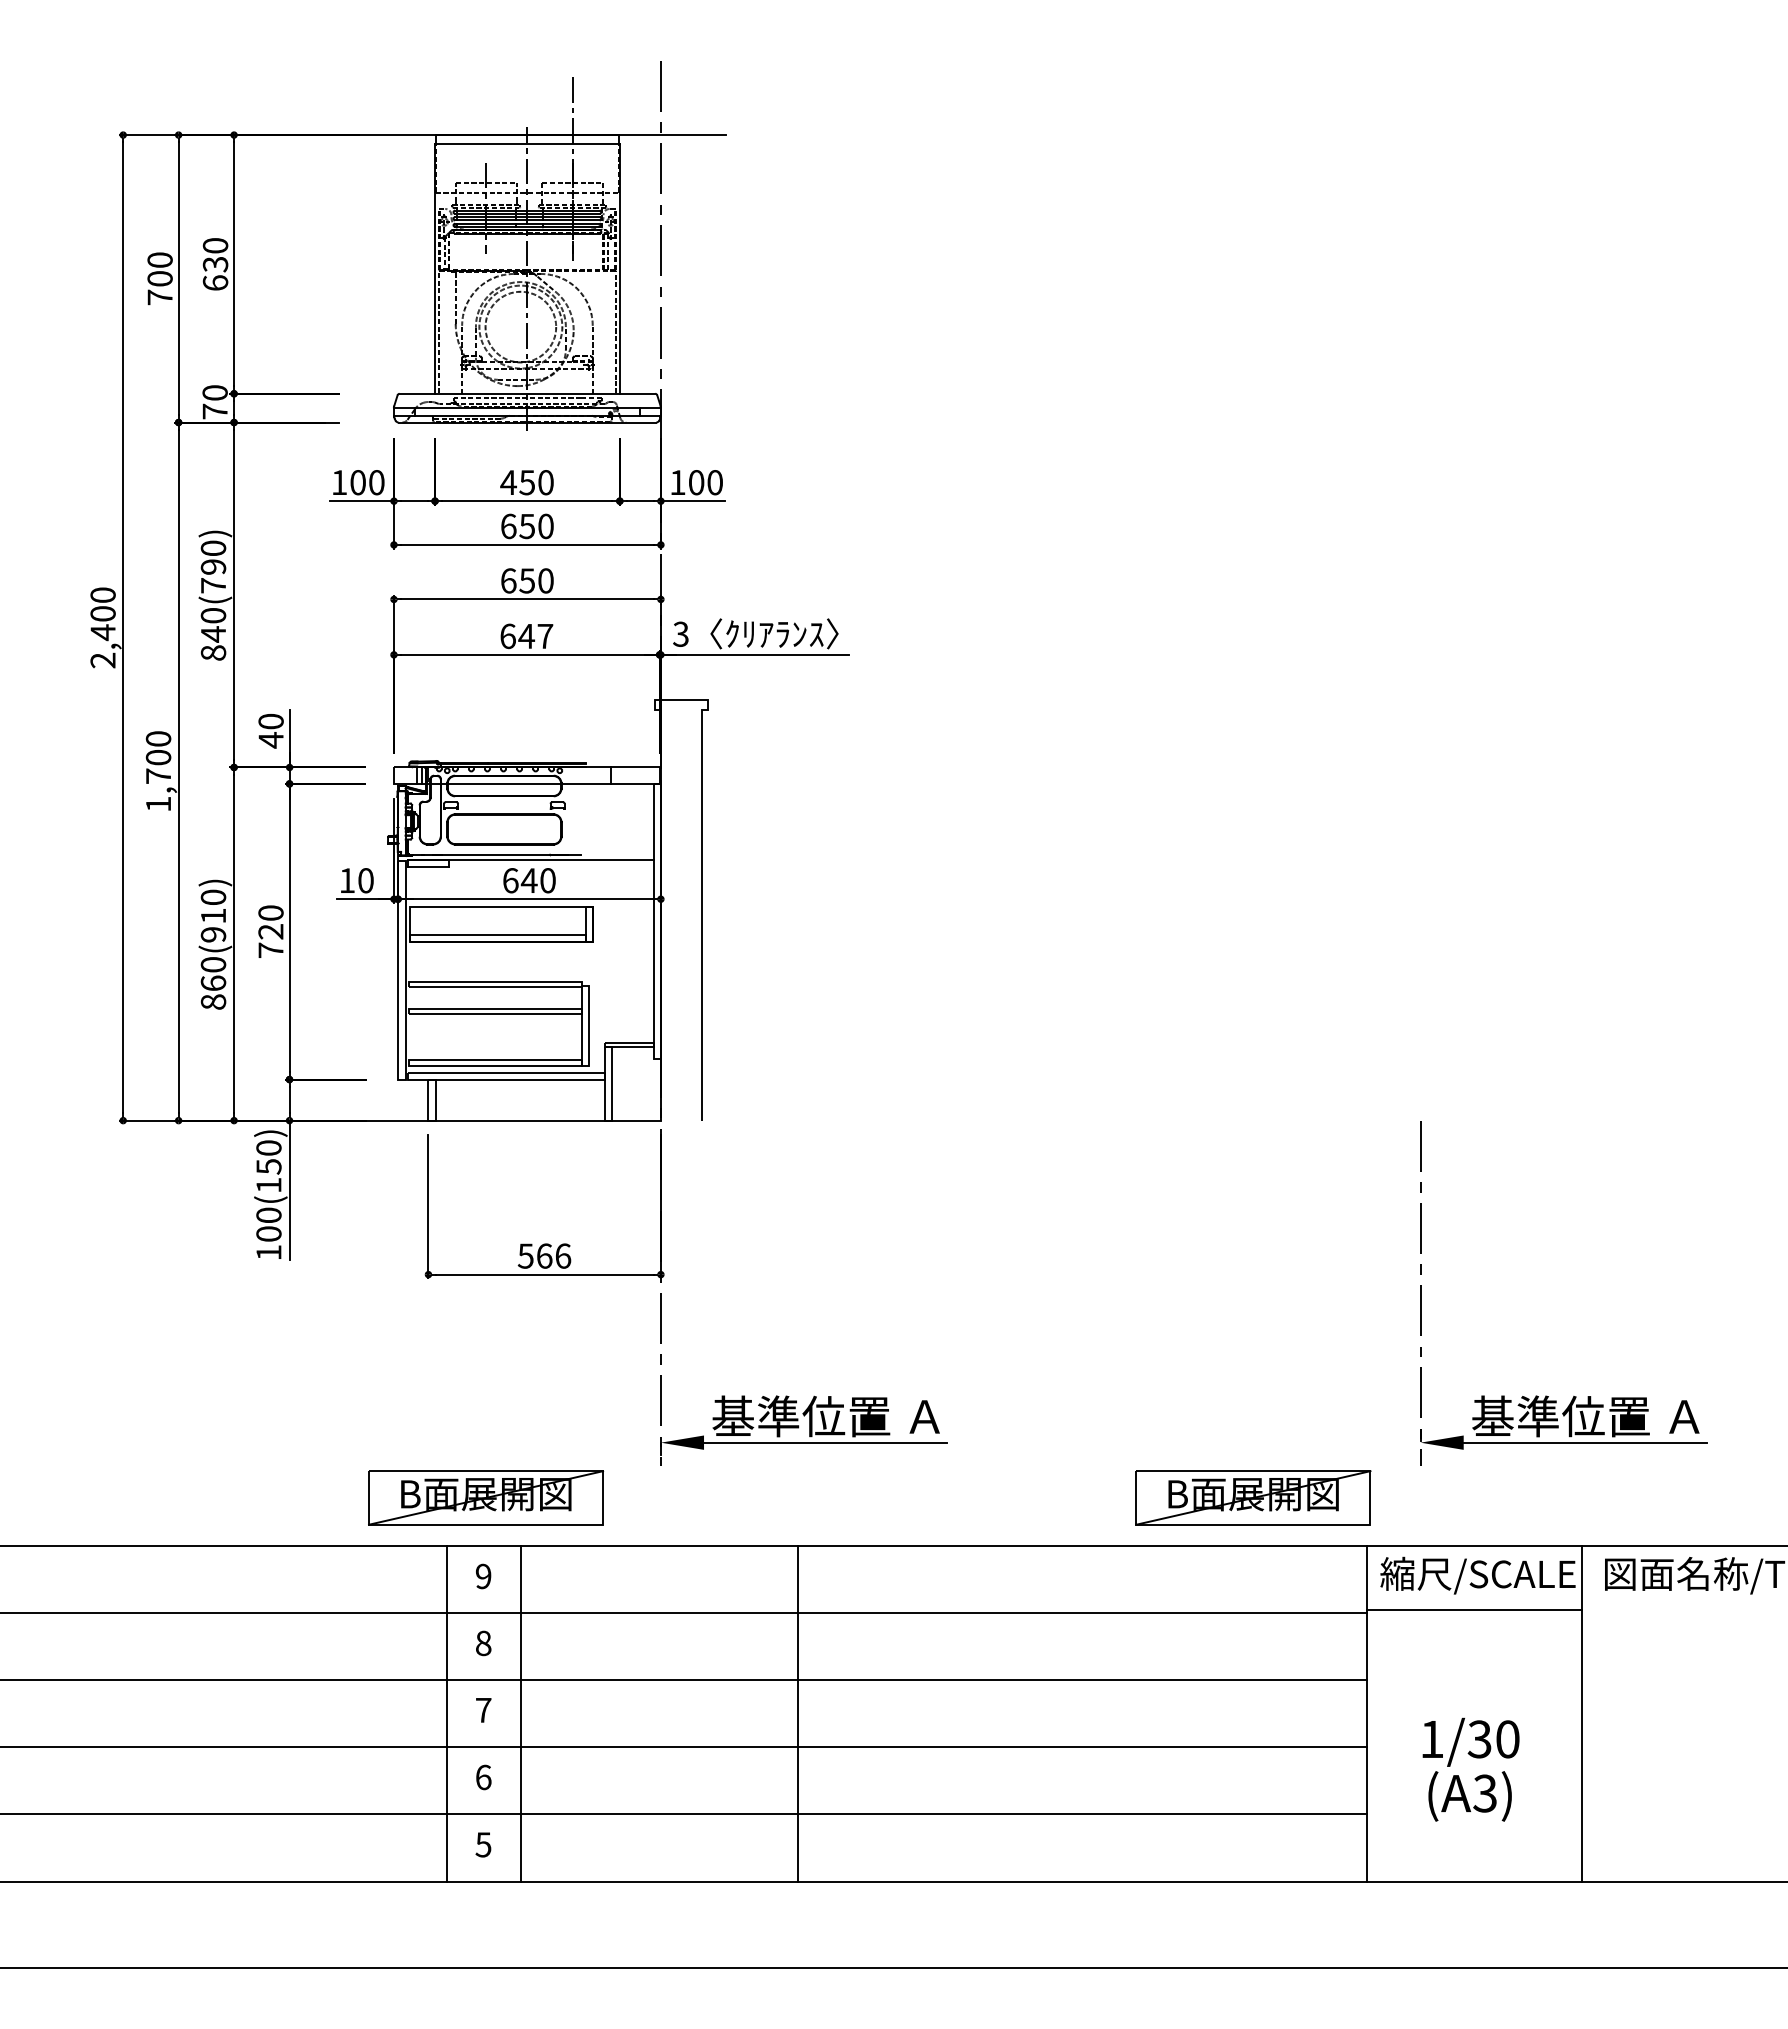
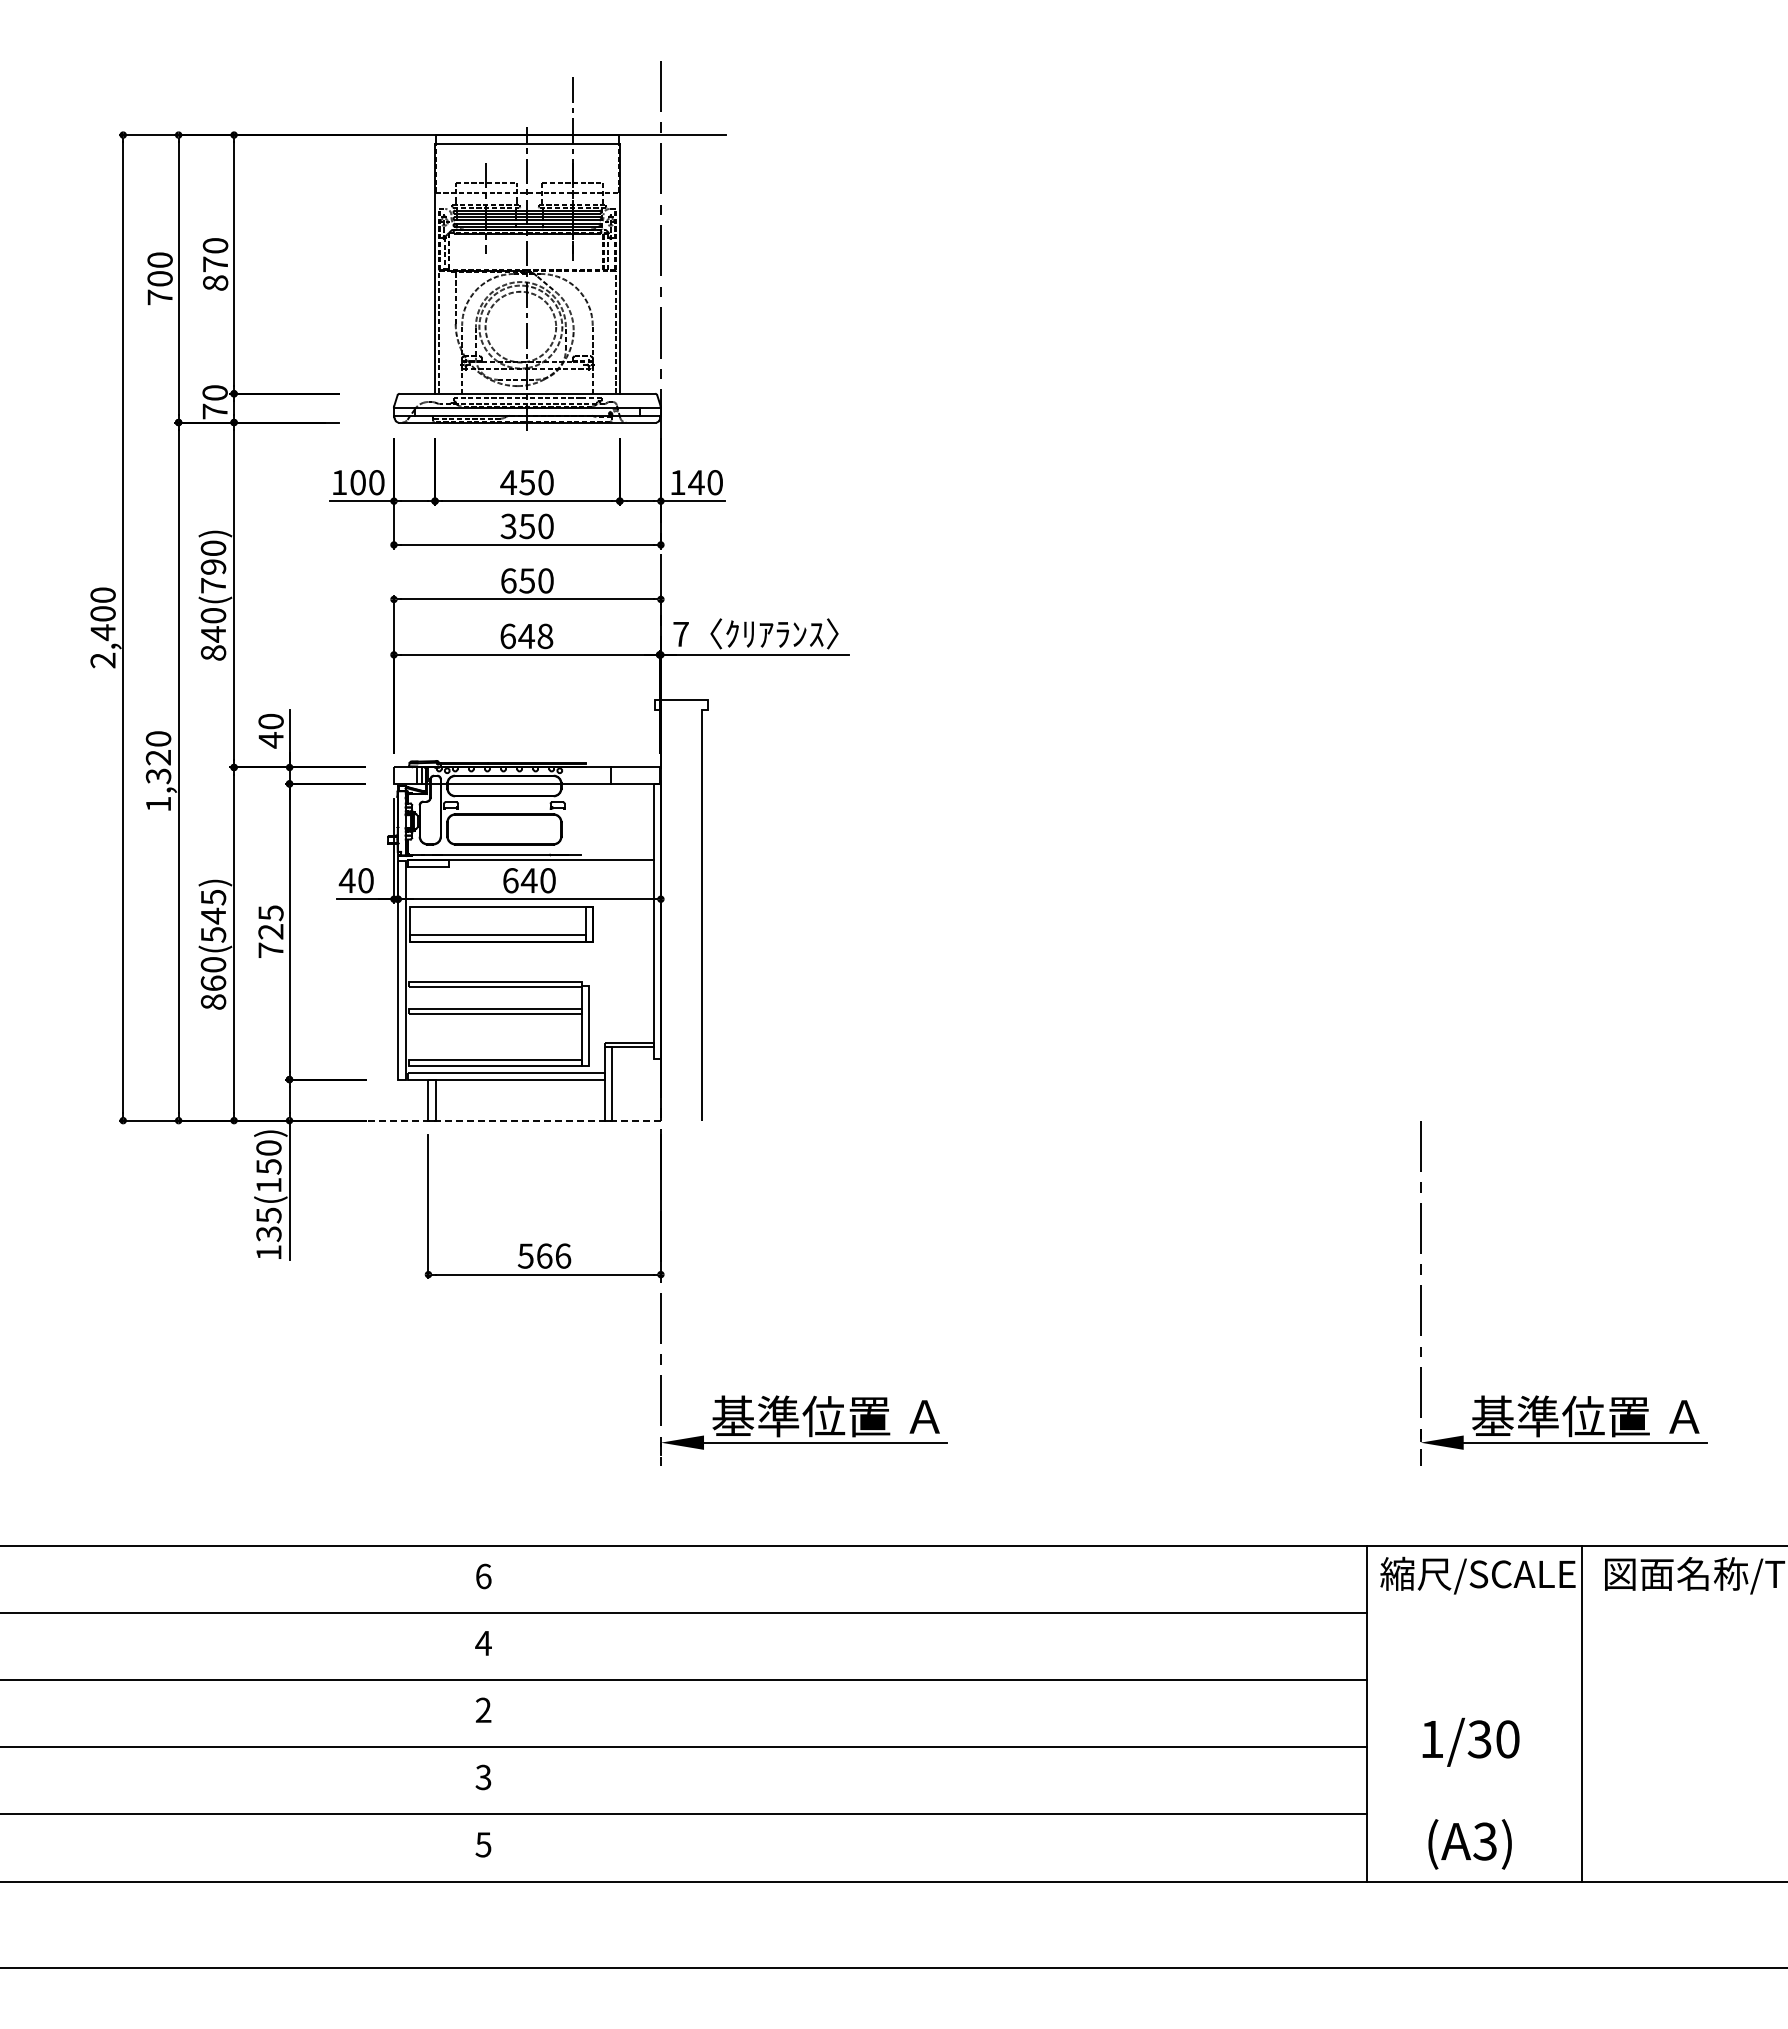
text at (215, 273): 630 -> 870
text at (696, 482): 100 -> 140
text at (508, 526): 650 -> 350
text at (680, 633): 3 -> 7
text at (545, 636): 647 -> 648
text at (158, 767): 1,700 -> 1,320
text at (346, 880): 10 -> 40
text at (270, 913): 720 -> 725
text at (213, 915): 860(910) -> 860(545)
line at (502, 1120): solid -> dashed
text at (268, 1224): 100(150) -> 135(150)
part at (486, 1497): present -> none
part at (1253, 1497): present -> none
text at (483, 1576): 9 -> 6
line at (1474, 1609): present -> none
text at (483, 1643): 8 -> 4
text at (483, 1709): 7 -> 2
line at (446, 1713): present -> none
line at (520, 1713): present -> none
line at (797, 1713): present -> none
text at (483, 1777): 6 -> 3
text at (1469, 1796) position: (1469, 1796) -> (1469, 1844)
